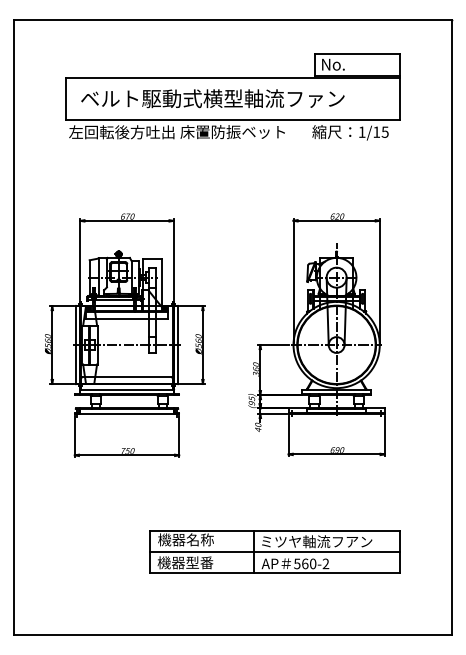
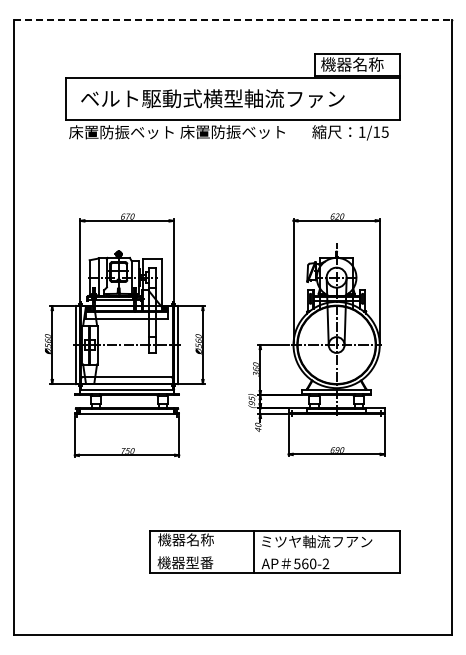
line at (233, 19): solid -> dashed
text at (352, 64): No. -> 機器名称
text at (121, 132): 左回転後方吐出 -> 床置防振ベット
line at (274, 551): present -> none
